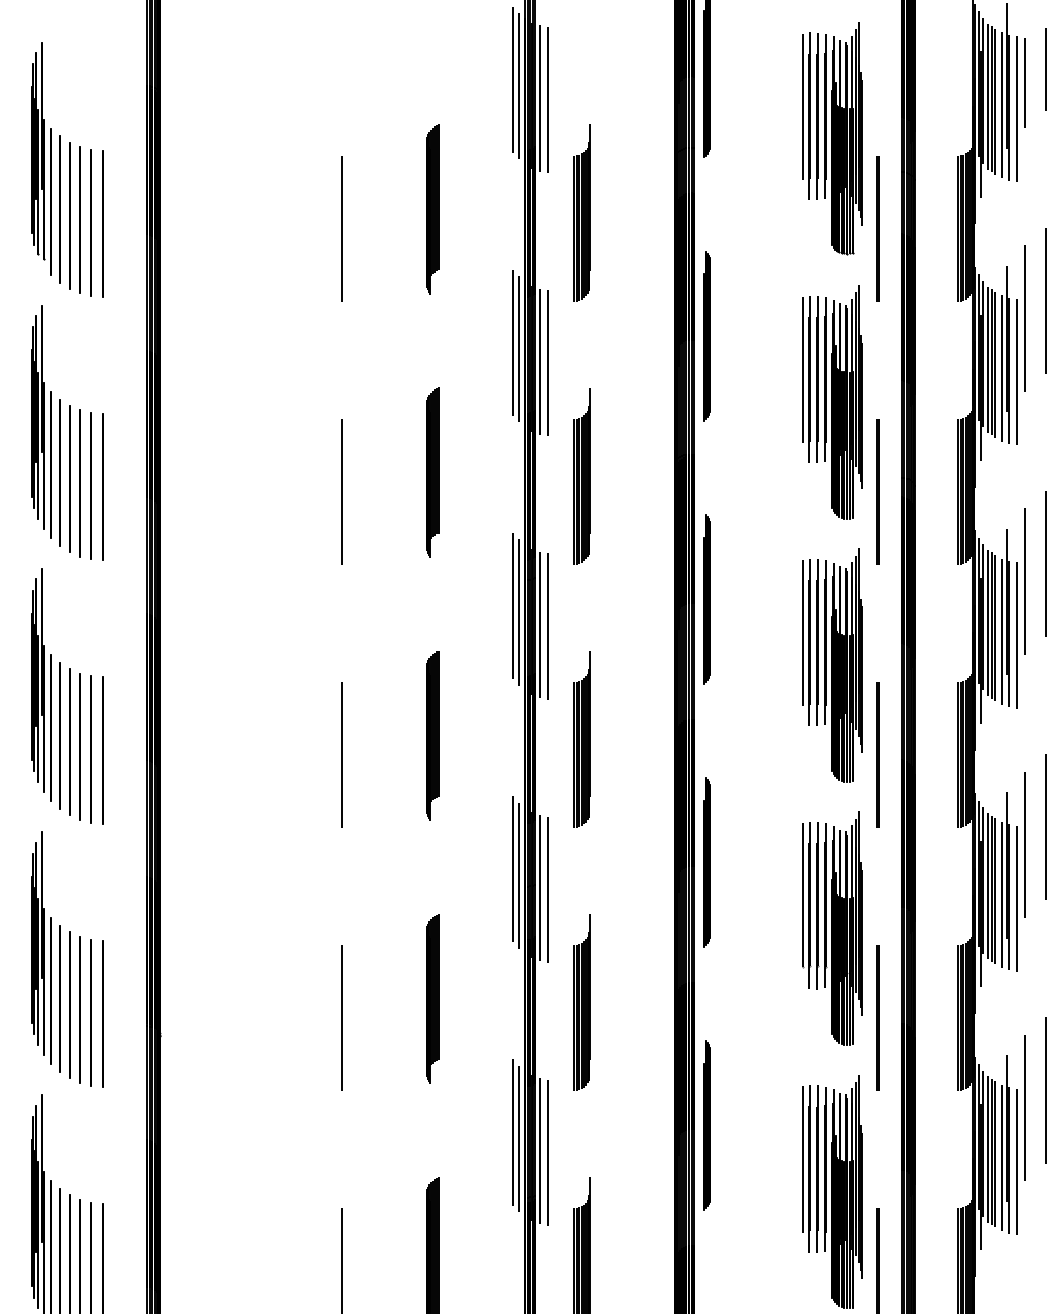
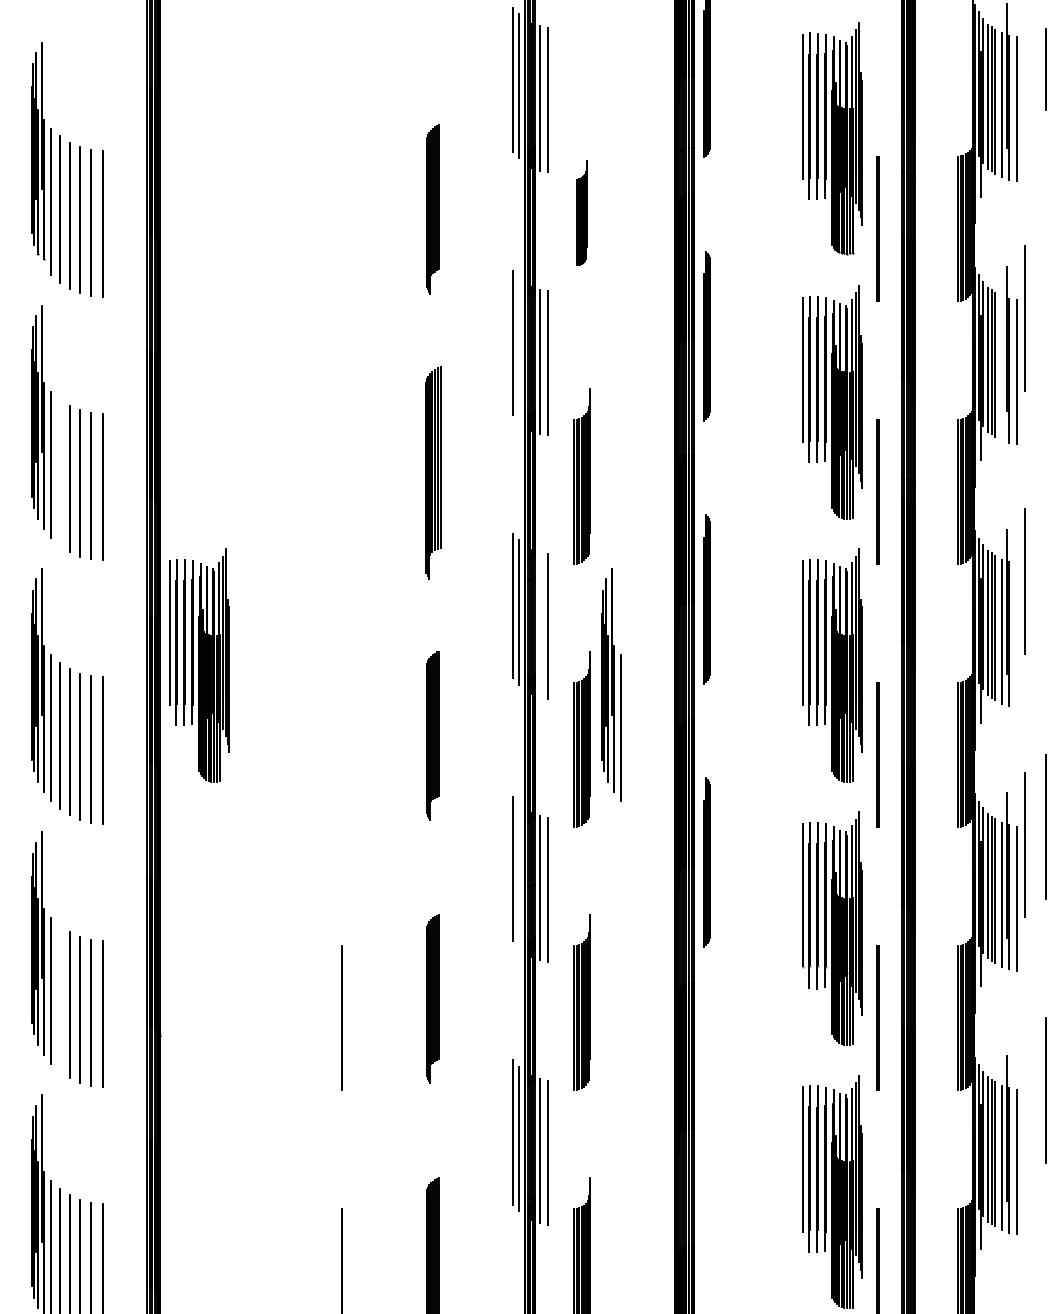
line at (1025, 83): present -> none
part at (581, 212) size: 18x178 px -> 12x106 px
line at (341, 228): present -> none
line at (1045, 300): present -> none
line at (518, 349): present -> none
line at (1001, 368): present -> none
line at (59, 472): present -> none
part at (432, 472) size: 14x171 px -> 17x214 px
line at (341, 491): present -> none
line at (1045, 563): present -> none
line at (539, 624): present -> none
line at (1016, 635): present -> none
part at (199, 665): none -> present
part at (611, 684): none -> present
line at (341, 754): present -> none
line at (518, 875): present -> none
line at (59, 998): present -> none
line at (1025, 1107): present -> none
part at (706, 1125): present -> none
